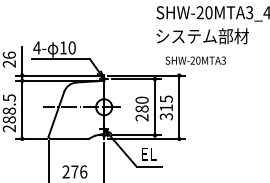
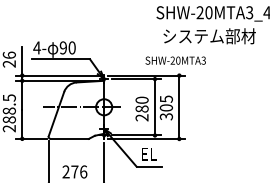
text at (202, 36) position: (202, 36) -> (209, 36)
text at (62, 47): 10 -> 90
text at (195, 60) position: (195, 60) -> (175, 60)
text at (165, 107): 315 -> 305
